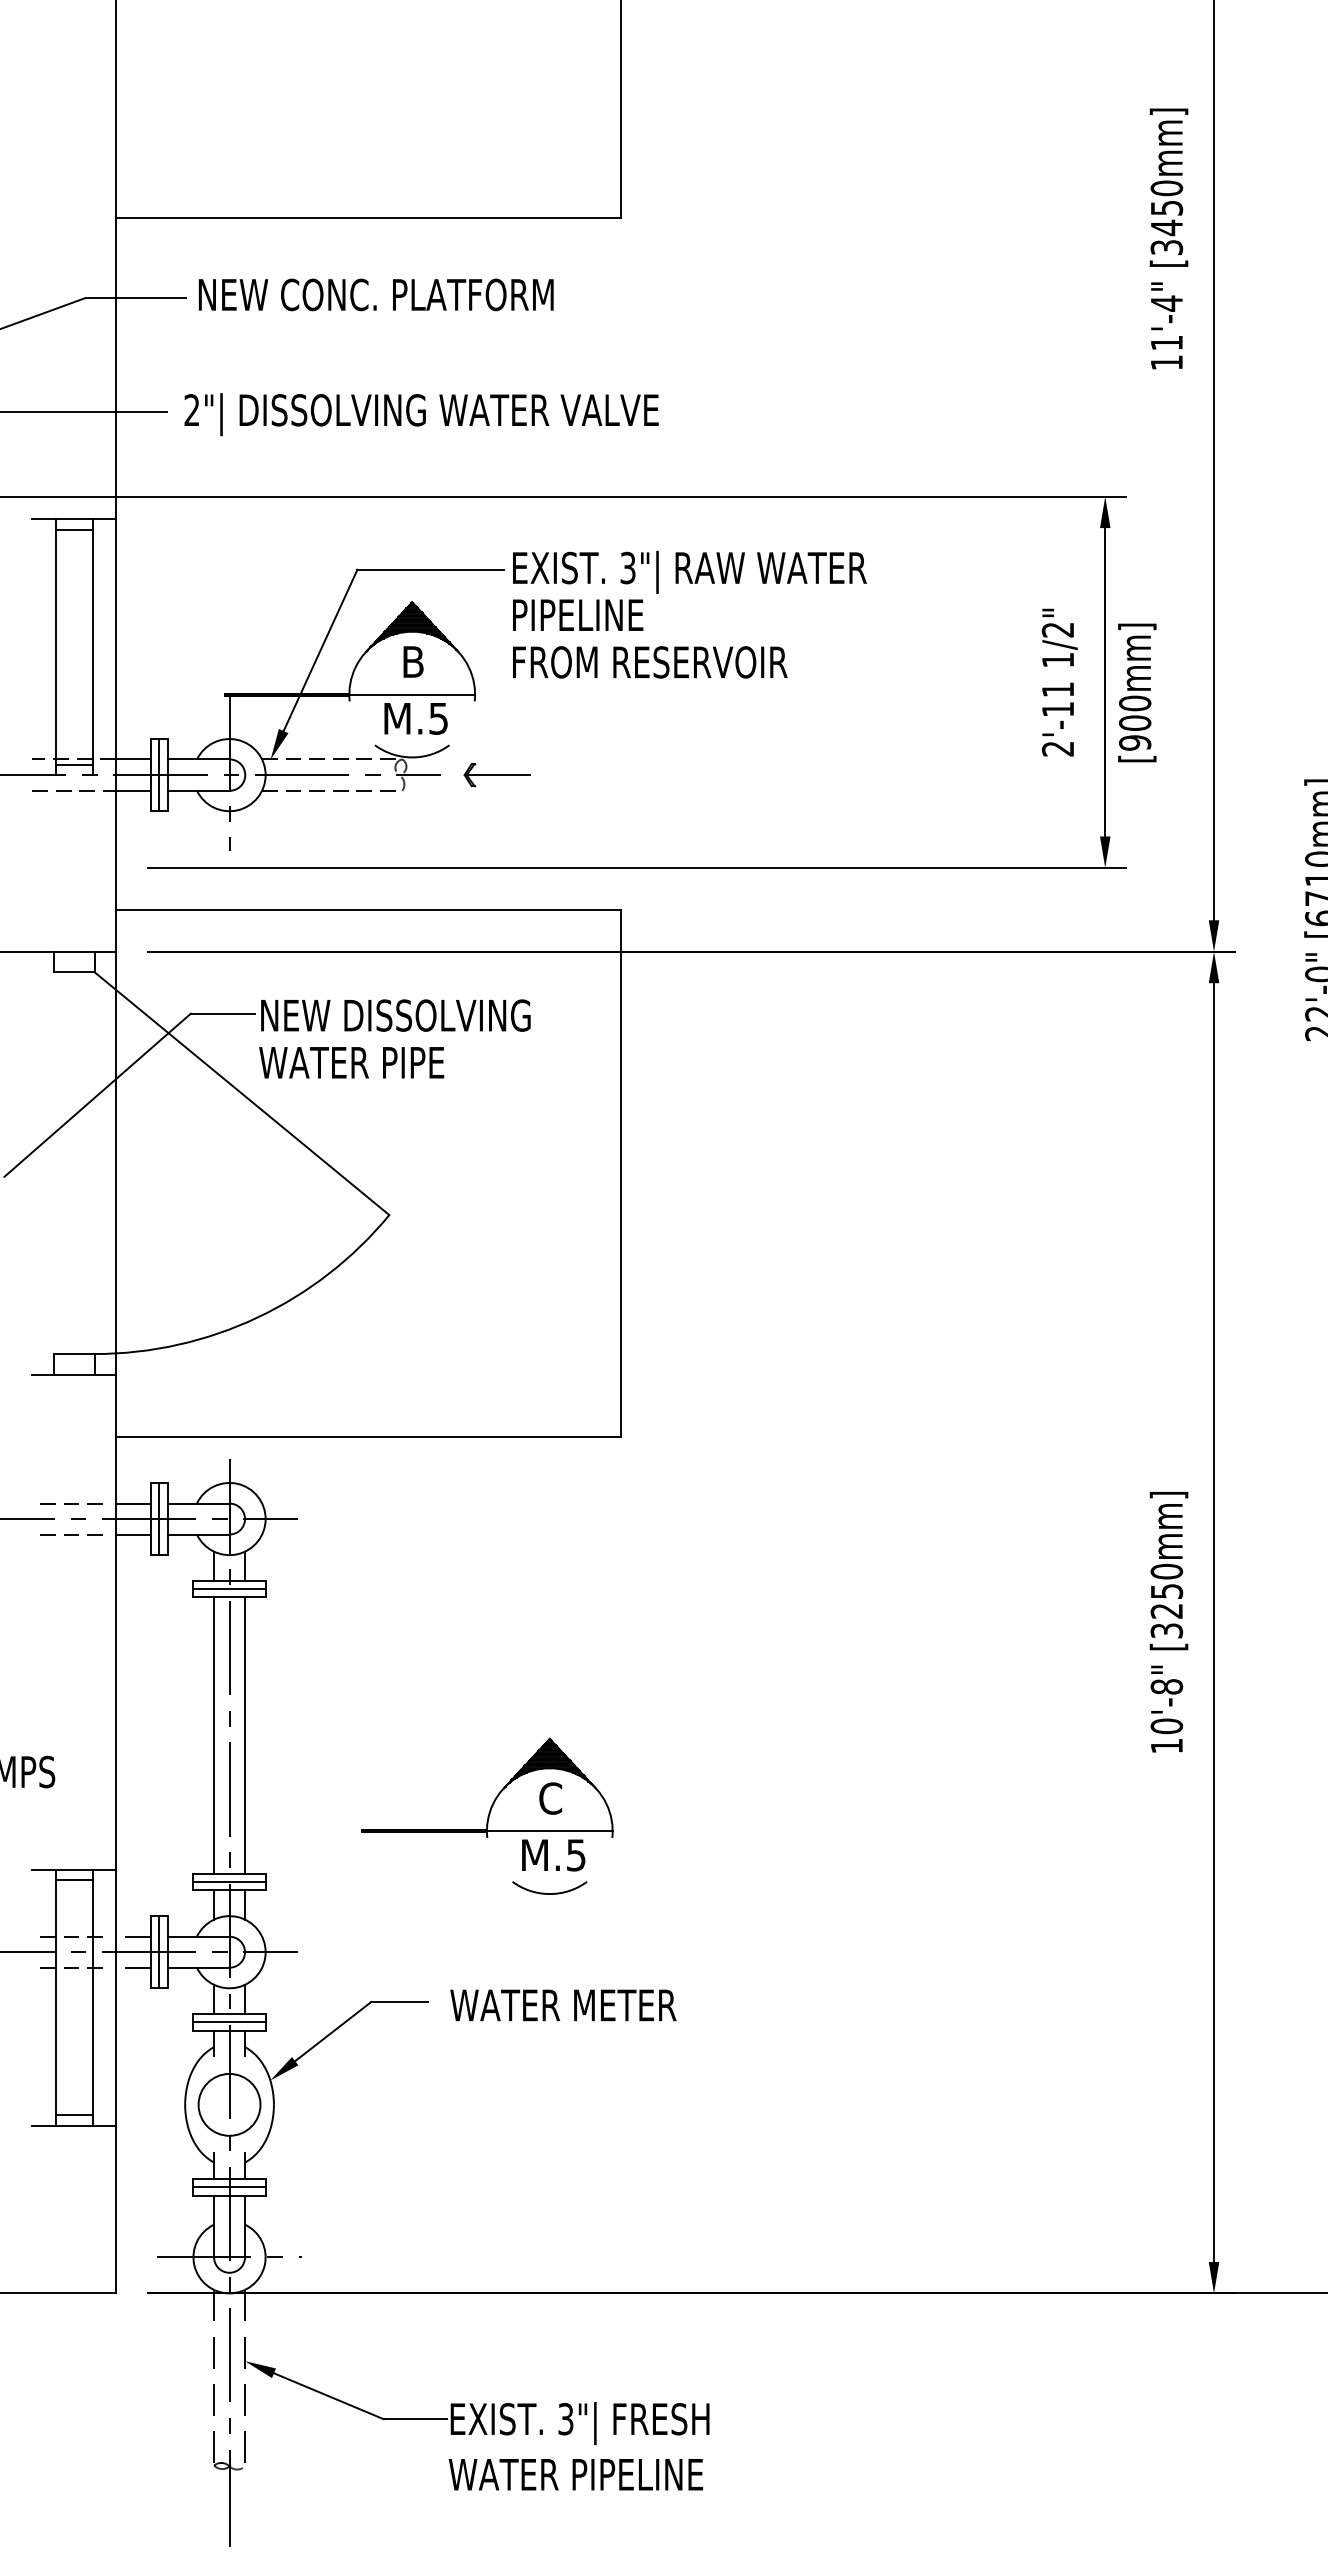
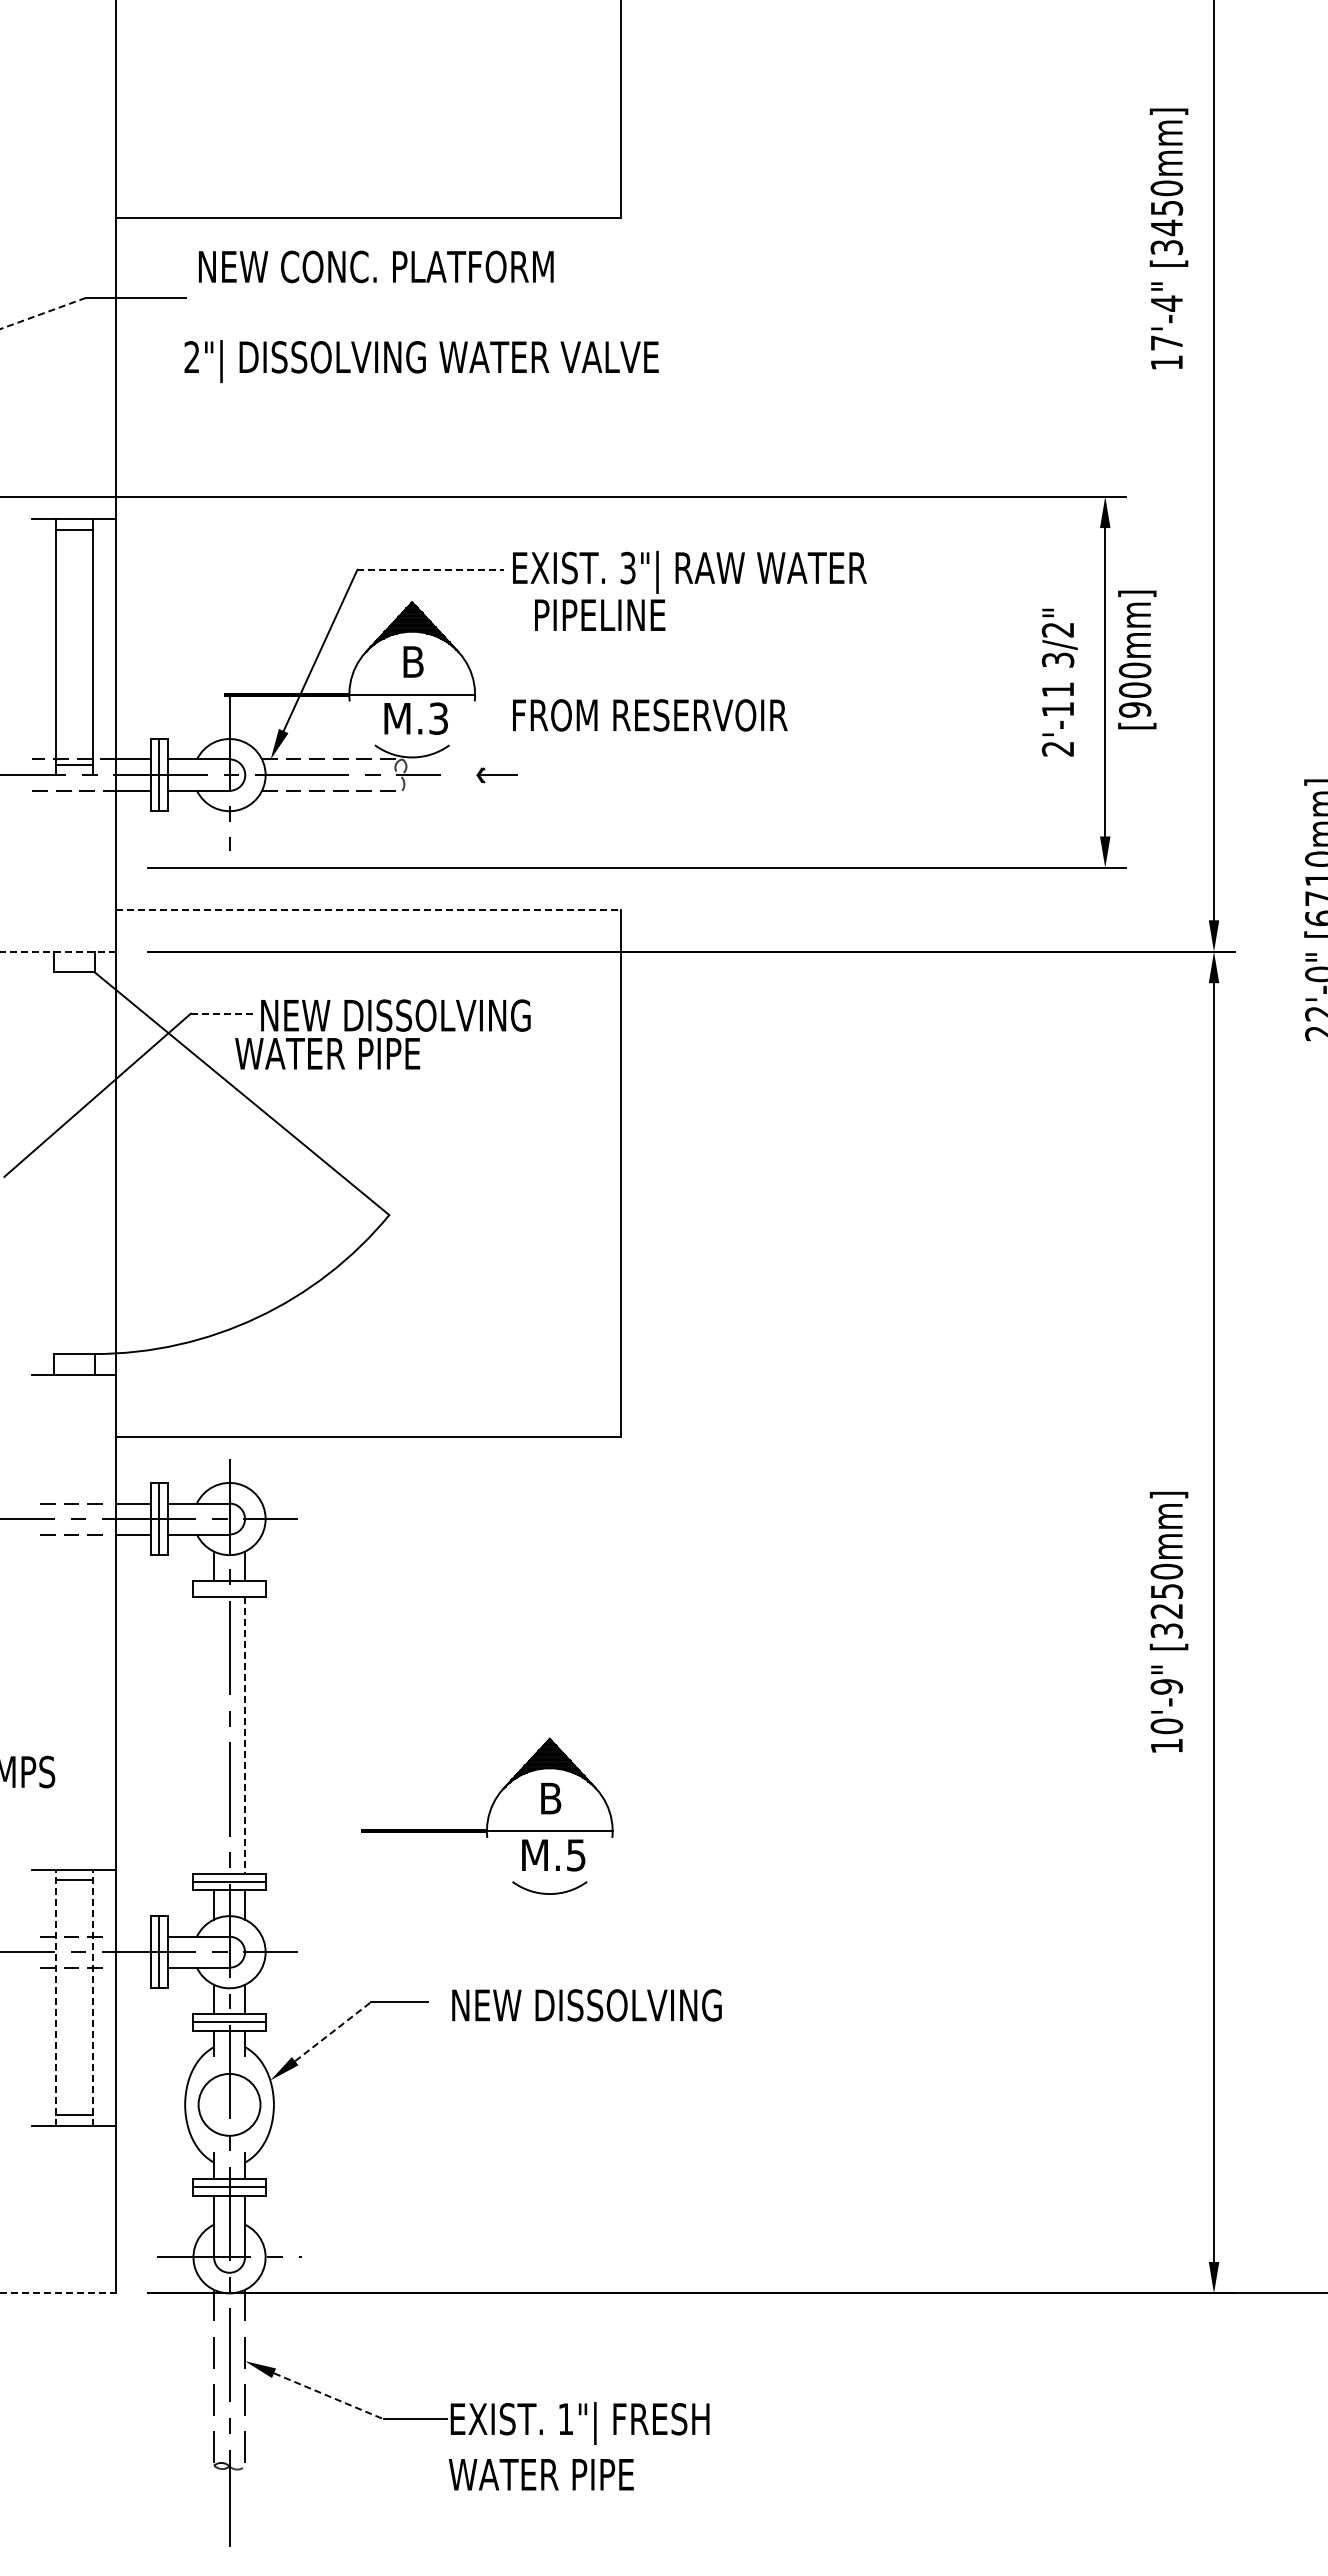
text at (376, 294) position: (376, 294) -> (376, 266)
line at (43, 313): solid -> dashed
text at (1166, 342): 11'-4" -> 17'-4"
line at (84, 412): present -> none
text at (421, 414) position: (421, 414) -> (421, 361)
line at (431, 569): solid -> dashed
text at (578, 614) position: (578, 614) -> (600, 614)
text at (1057, 659): 1/2" -> 3/2"
text at (650, 662) position: (650, 662) -> (650, 715)
text at (1137, 692) position: (1137, 692) -> (1137, 659)
text at (438, 718): M.5 -> M.3
part at (496, 775) size: 68x25 px -> 42x17 px
line at (368, 909): solid -> dashed
line at (58, 951): solid -> dashed
line at (222, 1013): solid -> dashed
text at (351, 1062) position: (351, 1062) -> (327, 1053)
line at (229, 1589): present -> none
text at (1166, 1686): 10'-8" -> 10'-9"
line at (214, 1735): present -> none
line at (245, 1736): solid -> dashed
text at (550, 1798): C -> B
line at (138, 1936): present -> none
line at (138, 1967): present -> none
line at (55, 1997): solid -> dashed
line at (92, 1997): solid -> dashed
text at (585, 2005): WATER METER -> NEW DISSOLVING
line at (333, 2031): solid -> dashed
line at (58, 2293): solid -> dashed
line at (329, 2396): solid -> dashed
text at (565, 2419): 3"| -> 1"|
text at (670, 2474): WATER PIPELINE -> WATER PIPE
